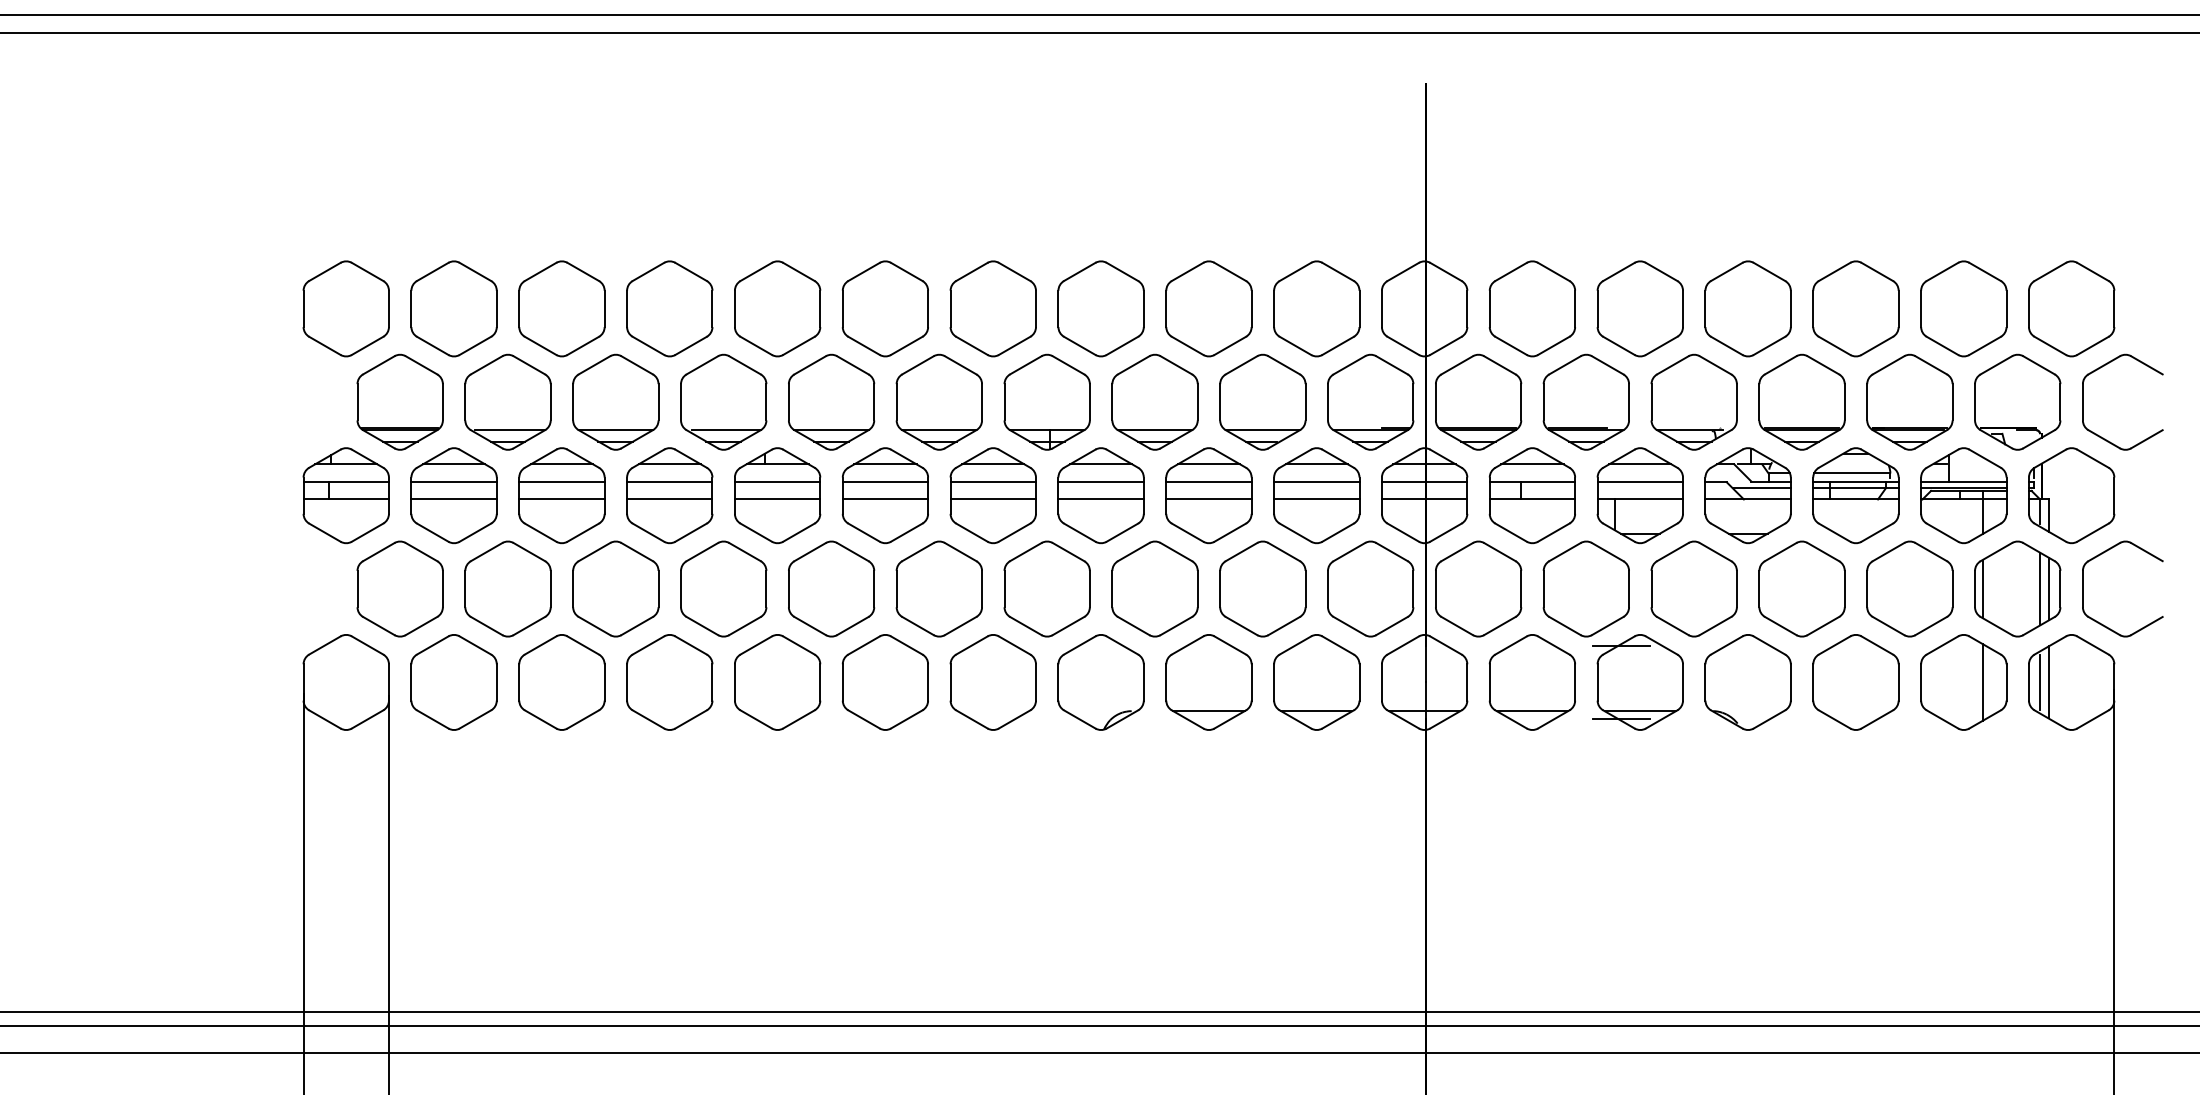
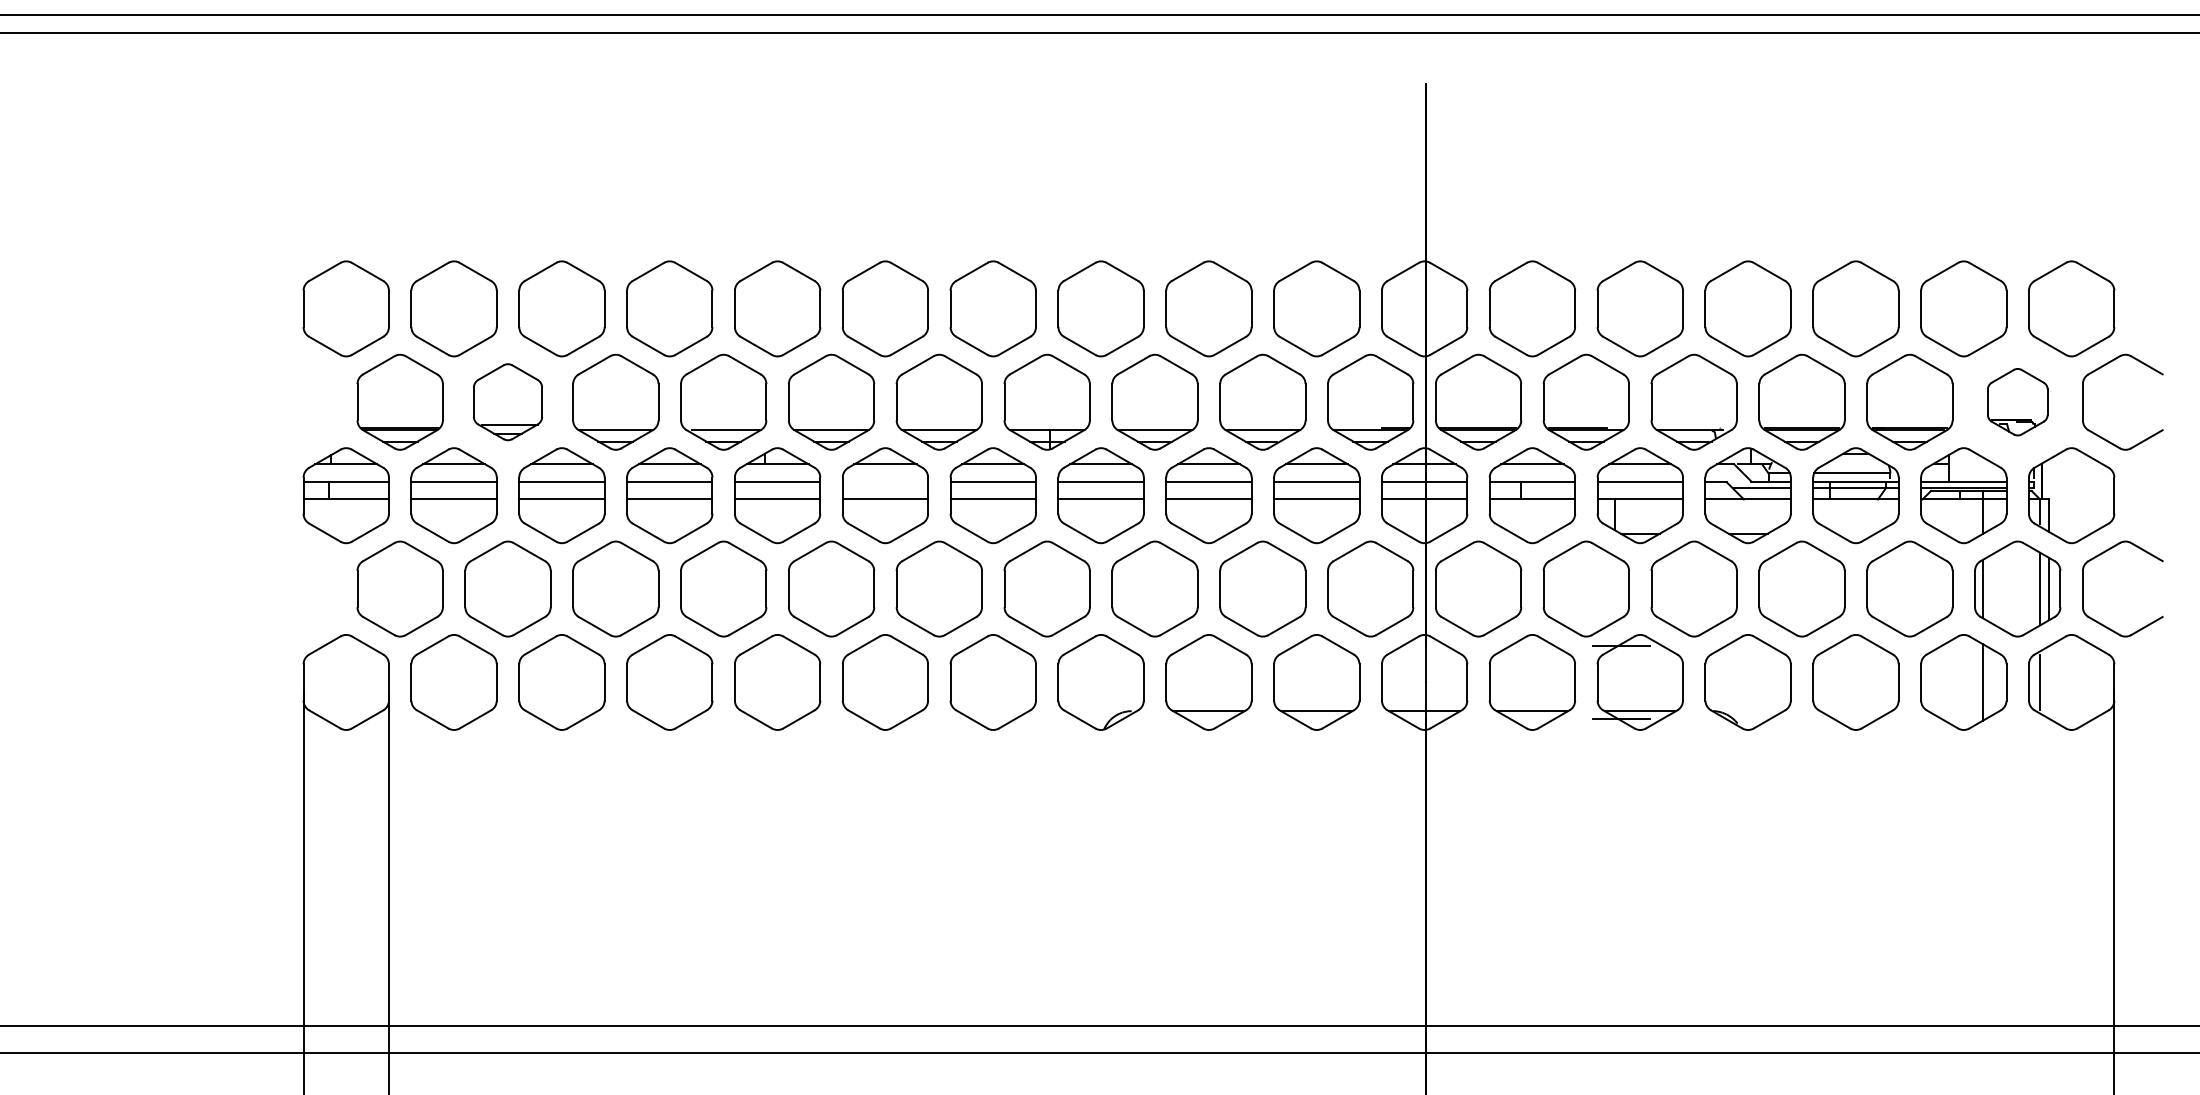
part at (507, 401) size: 88x98 px -> 70x79 px
part at (2017, 401) size: 88x98 px -> 62x69 px
line at (885, 482): present -> none
line at (2048, 682): present -> none
line at (1099, 1012): present -> none
